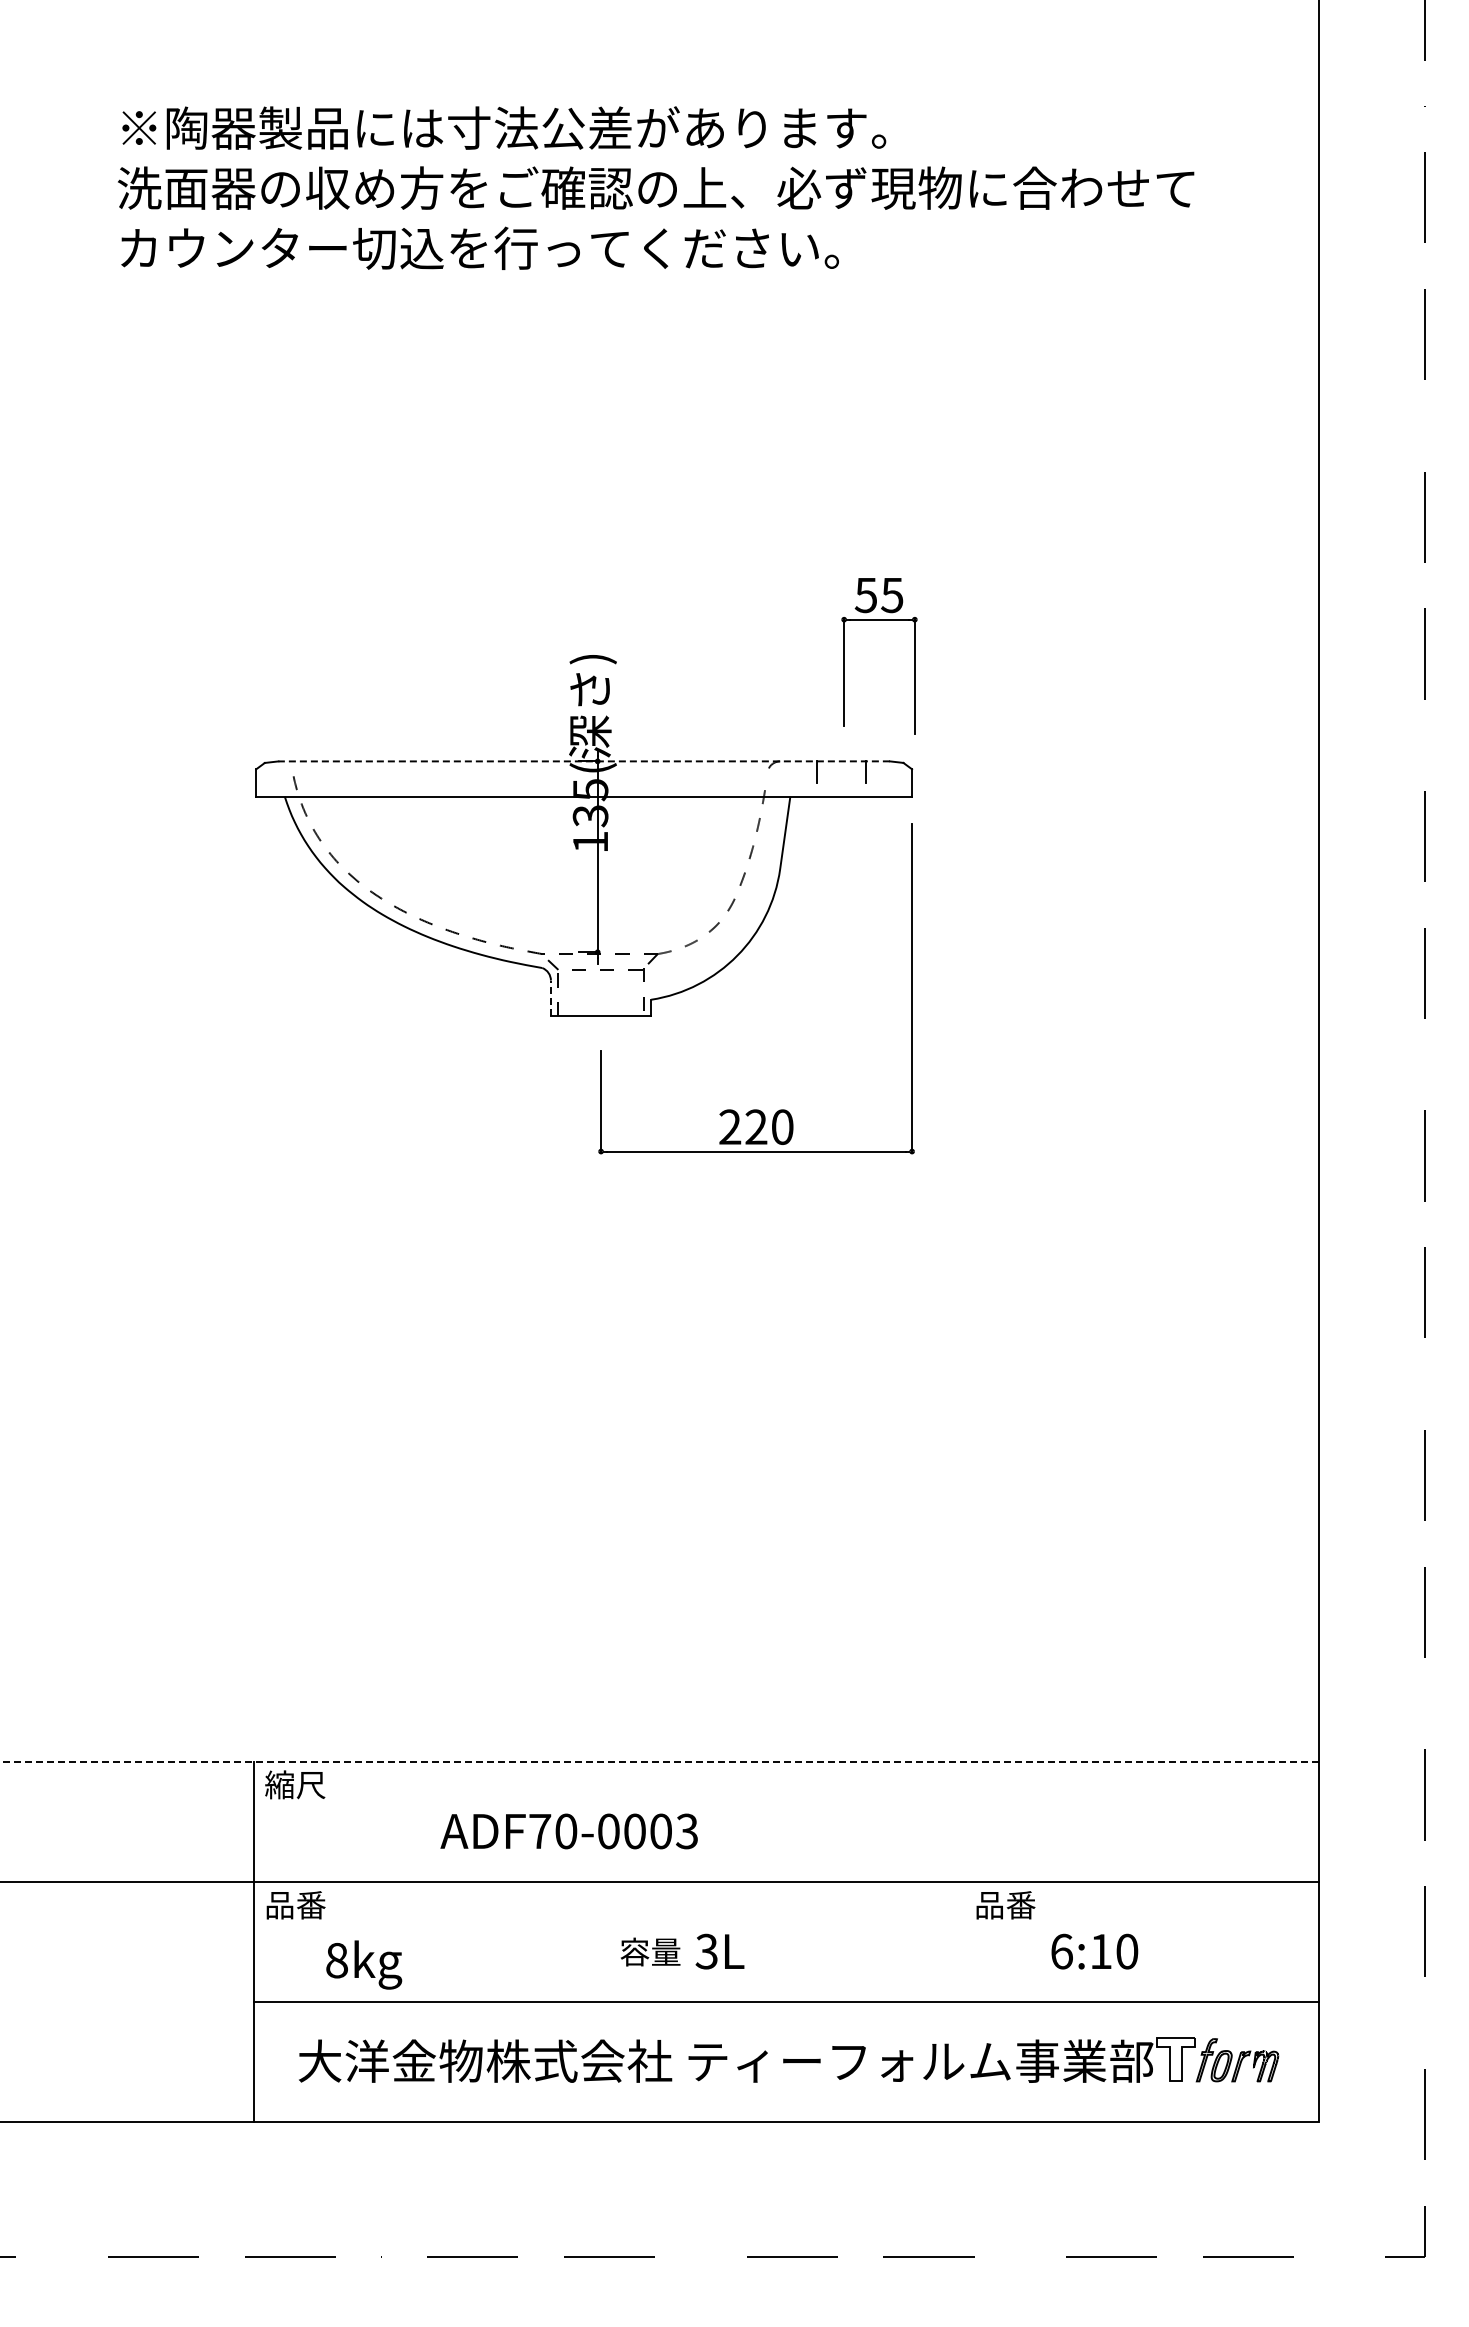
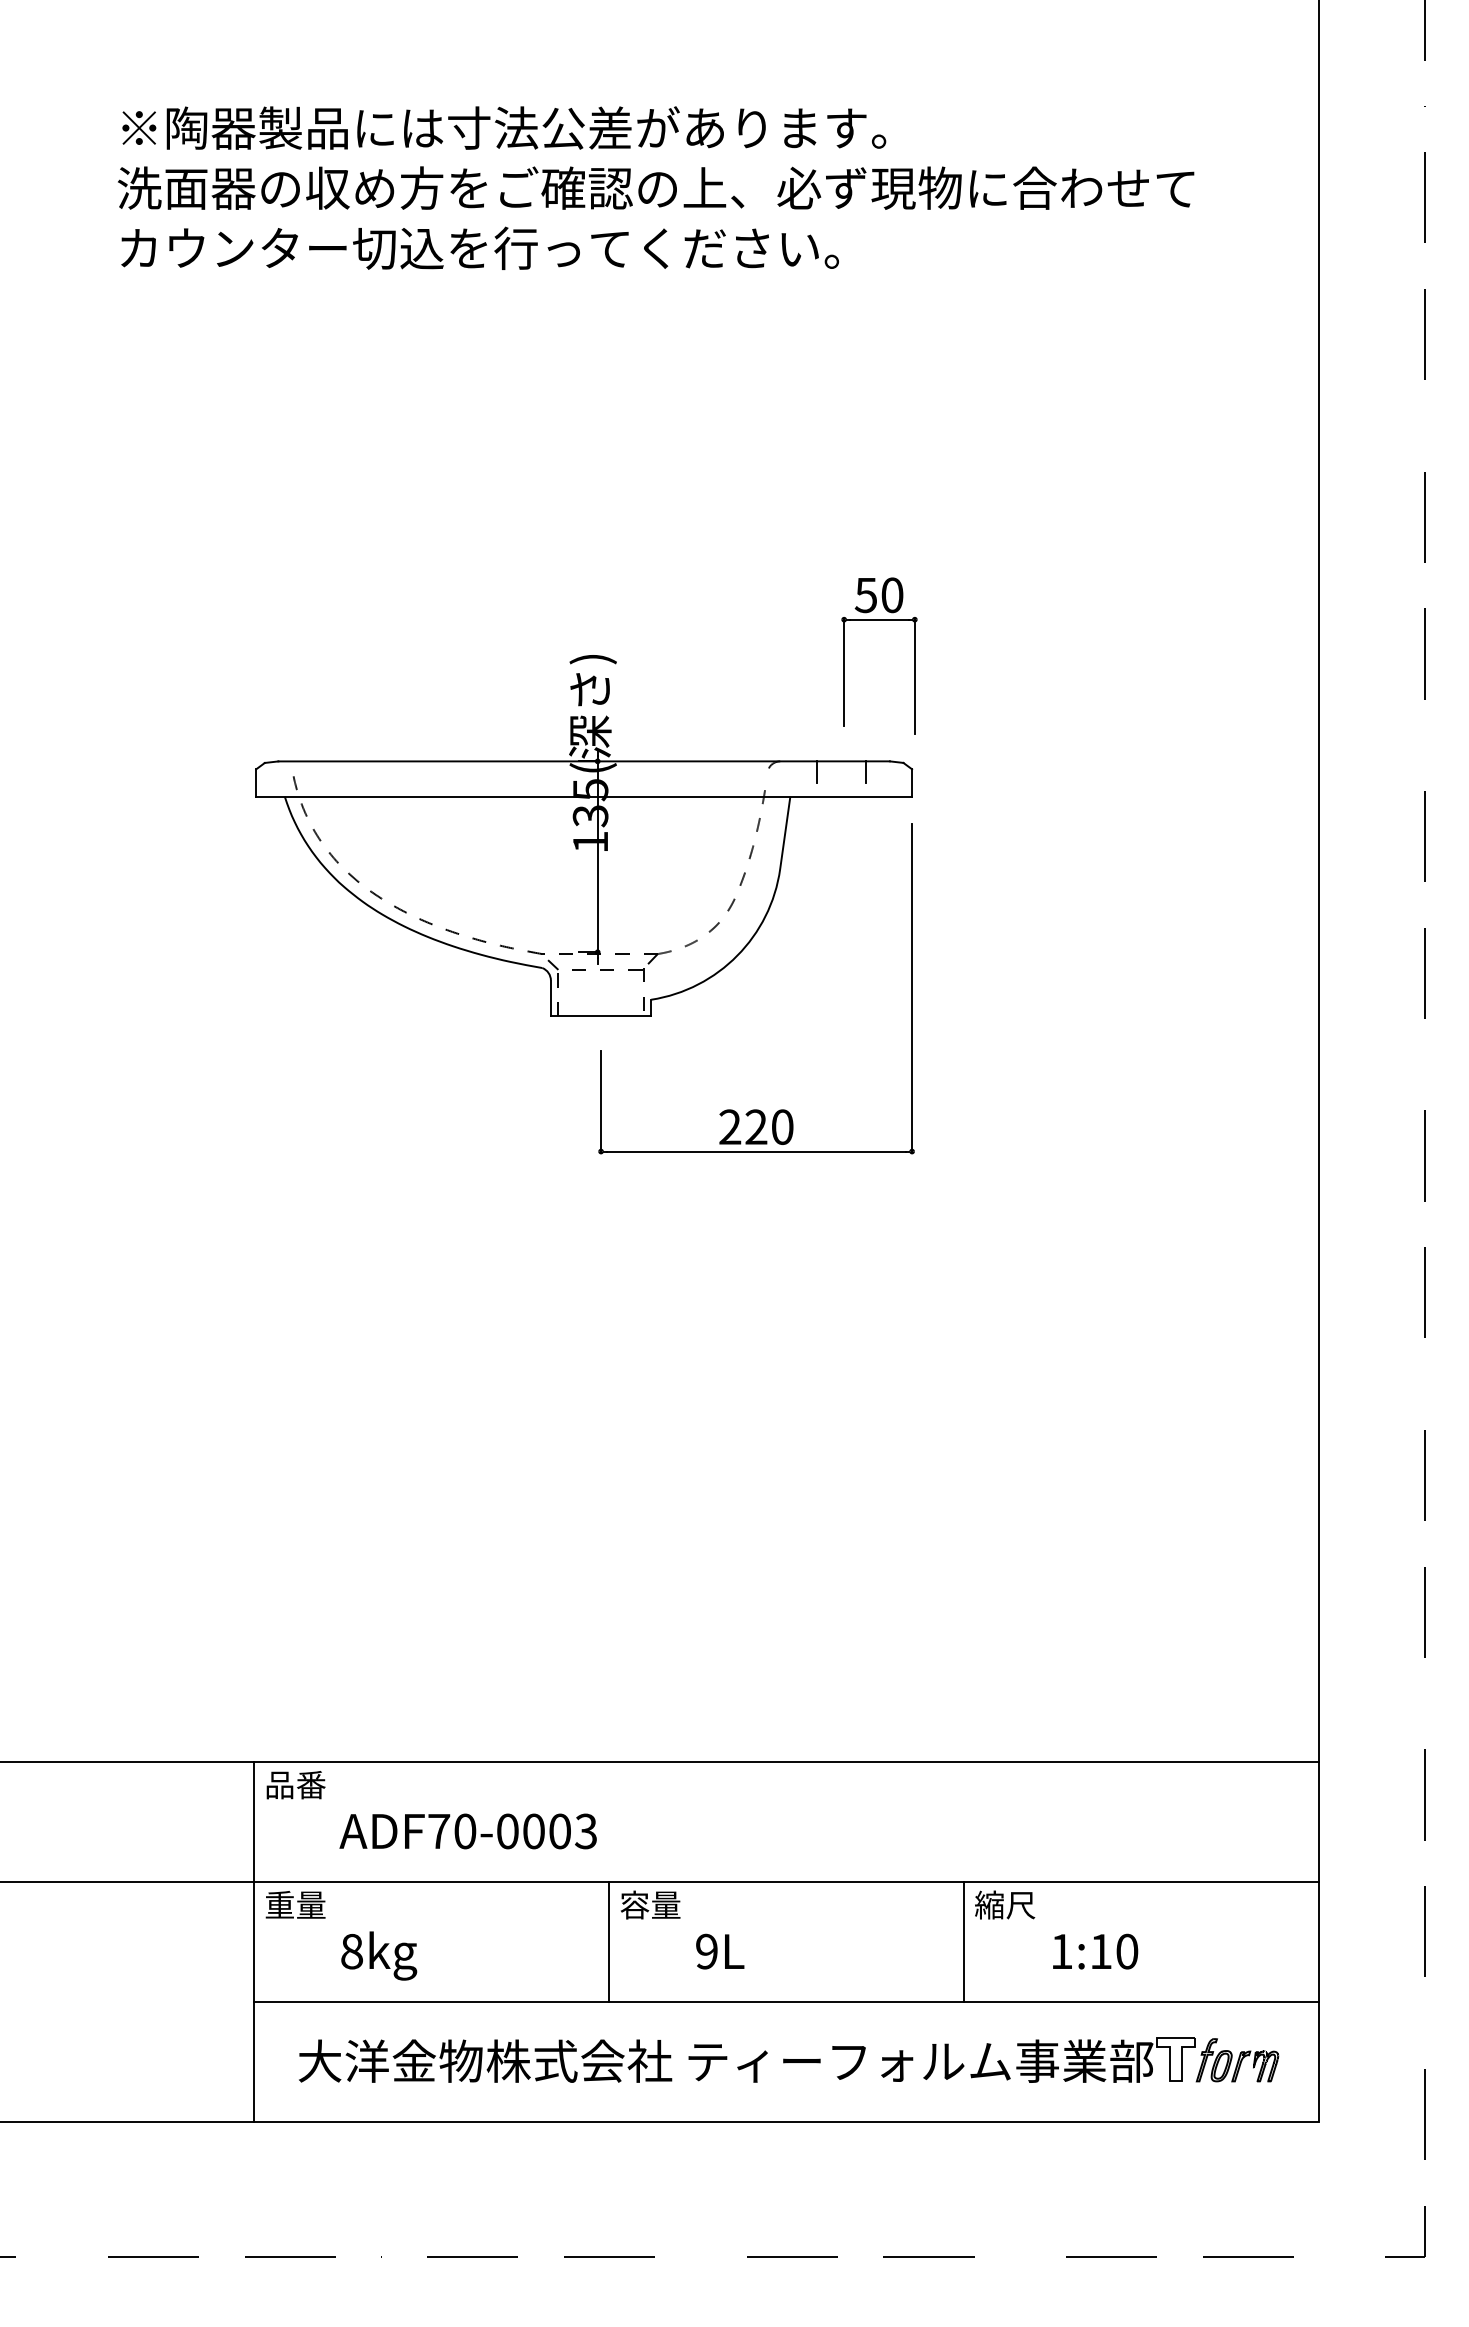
text at (892, 595): 55 -> 50
line at (584, 761): dashed -> solid
line at (550, 998): dashed -> solid
line at (659, 1761): dashed -> solid
text at (295, 1784): 縮尺 -> 品番
text at (568, 1831) position: (568, 1831) -> (467, 1831)
text at (1005, 1904): 品番 -> 縮尺
text at (295, 1905): 品番 -> 重量
line at (609, 1942): none -> present
line at (964, 1942): none -> present
text at (650, 1951) position: (650, 1951) -> (650, 1904)
text at (706, 1951): 3L -> 9L
text at (1061, 1951): 6:10 -> 1:10
text at (364, 1964) position: (364, 1964) -> (379, 1955)
